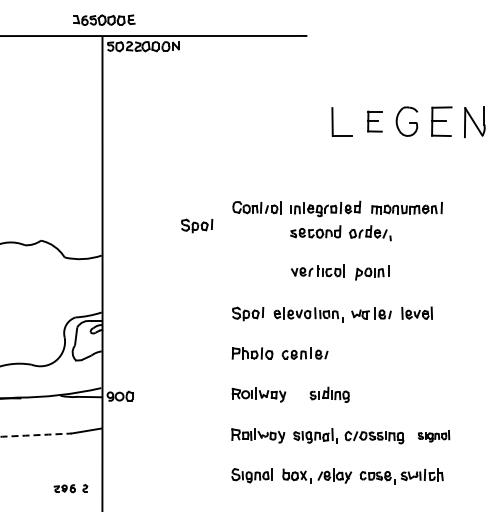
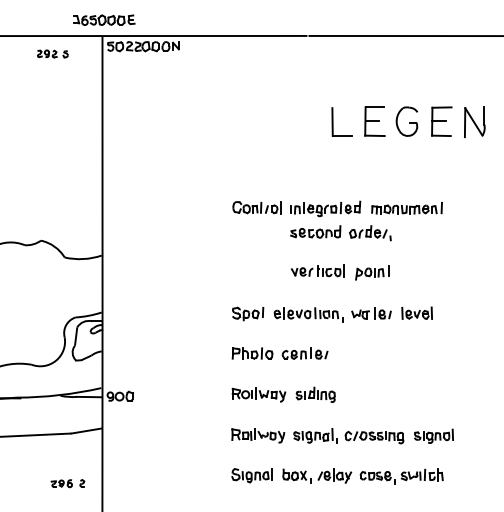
line at (404, 35): none -> present
part at (52, 53): none -> present
part at (374, 121) size: 16x23 px -> 22x31 px
part at (197, 225): present -> none
part at (329, 394) position: (329, 394) -> (315, 394)
arc at (35, 435): dashed -> solid
part at (434, 436) size: 33x13 px -> 40x16 px
part at (70, 488) position: (70, 488) -> (67, 483)
